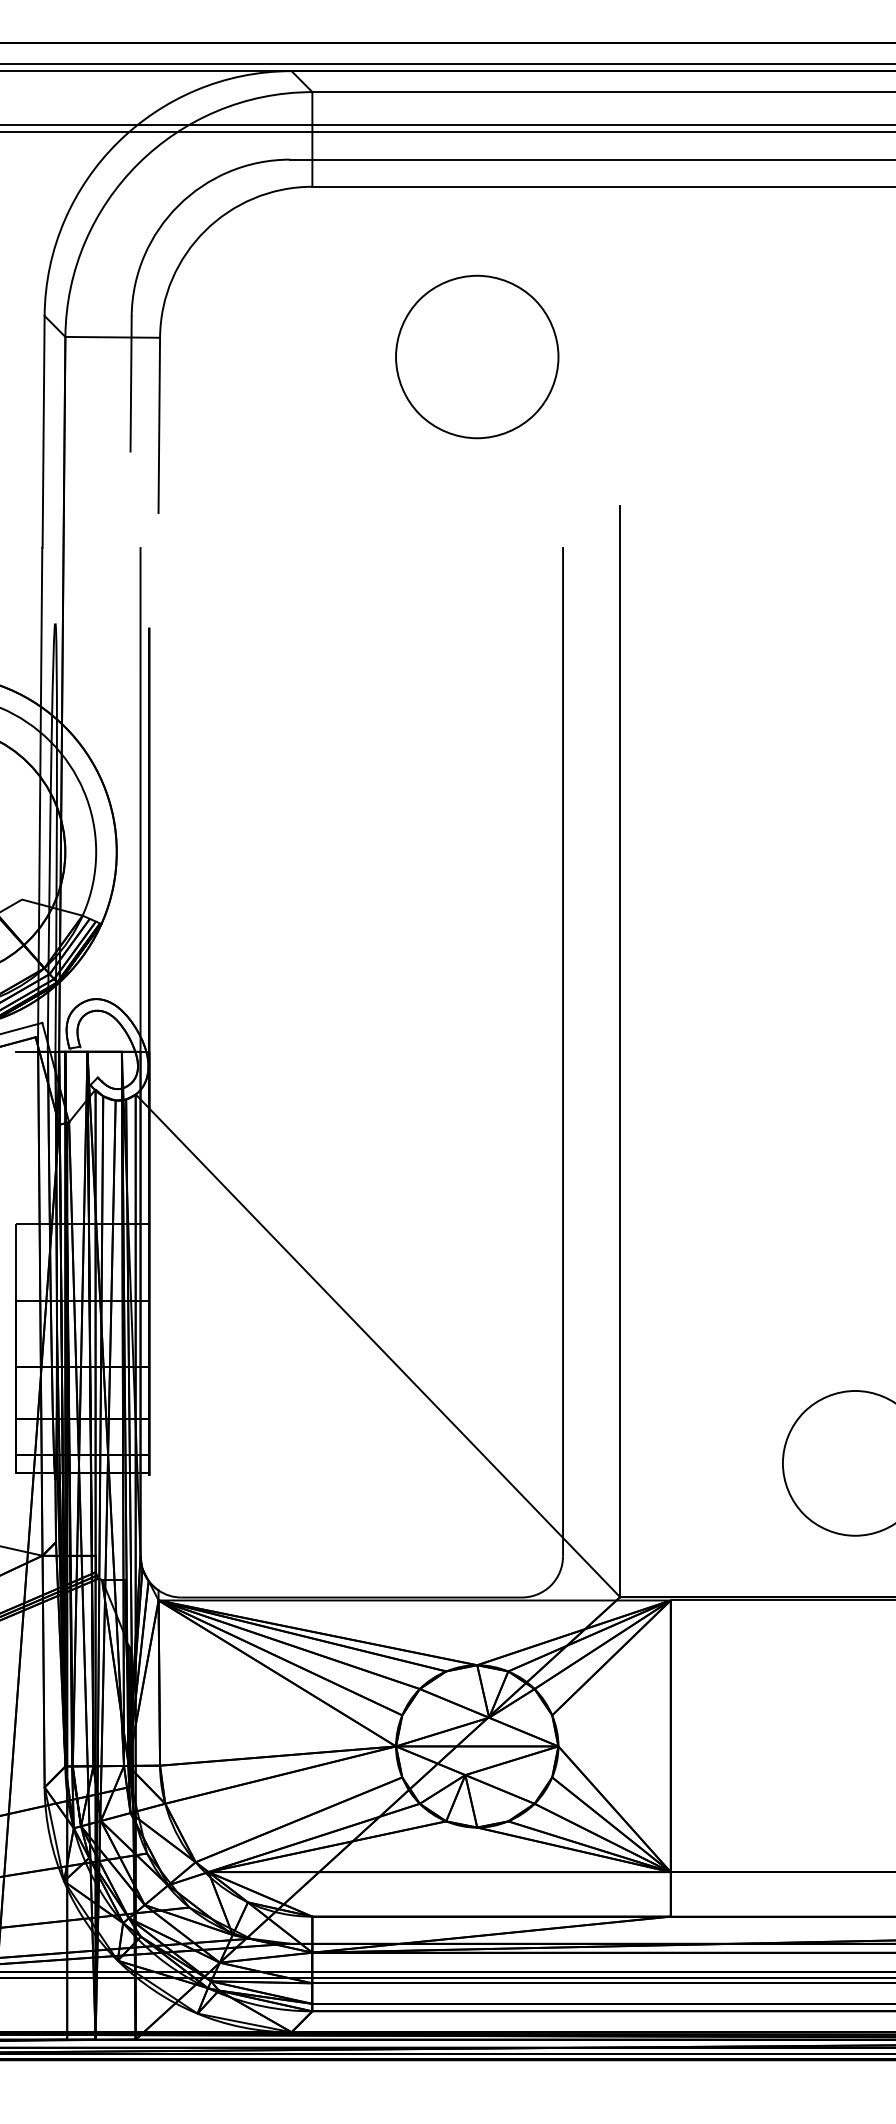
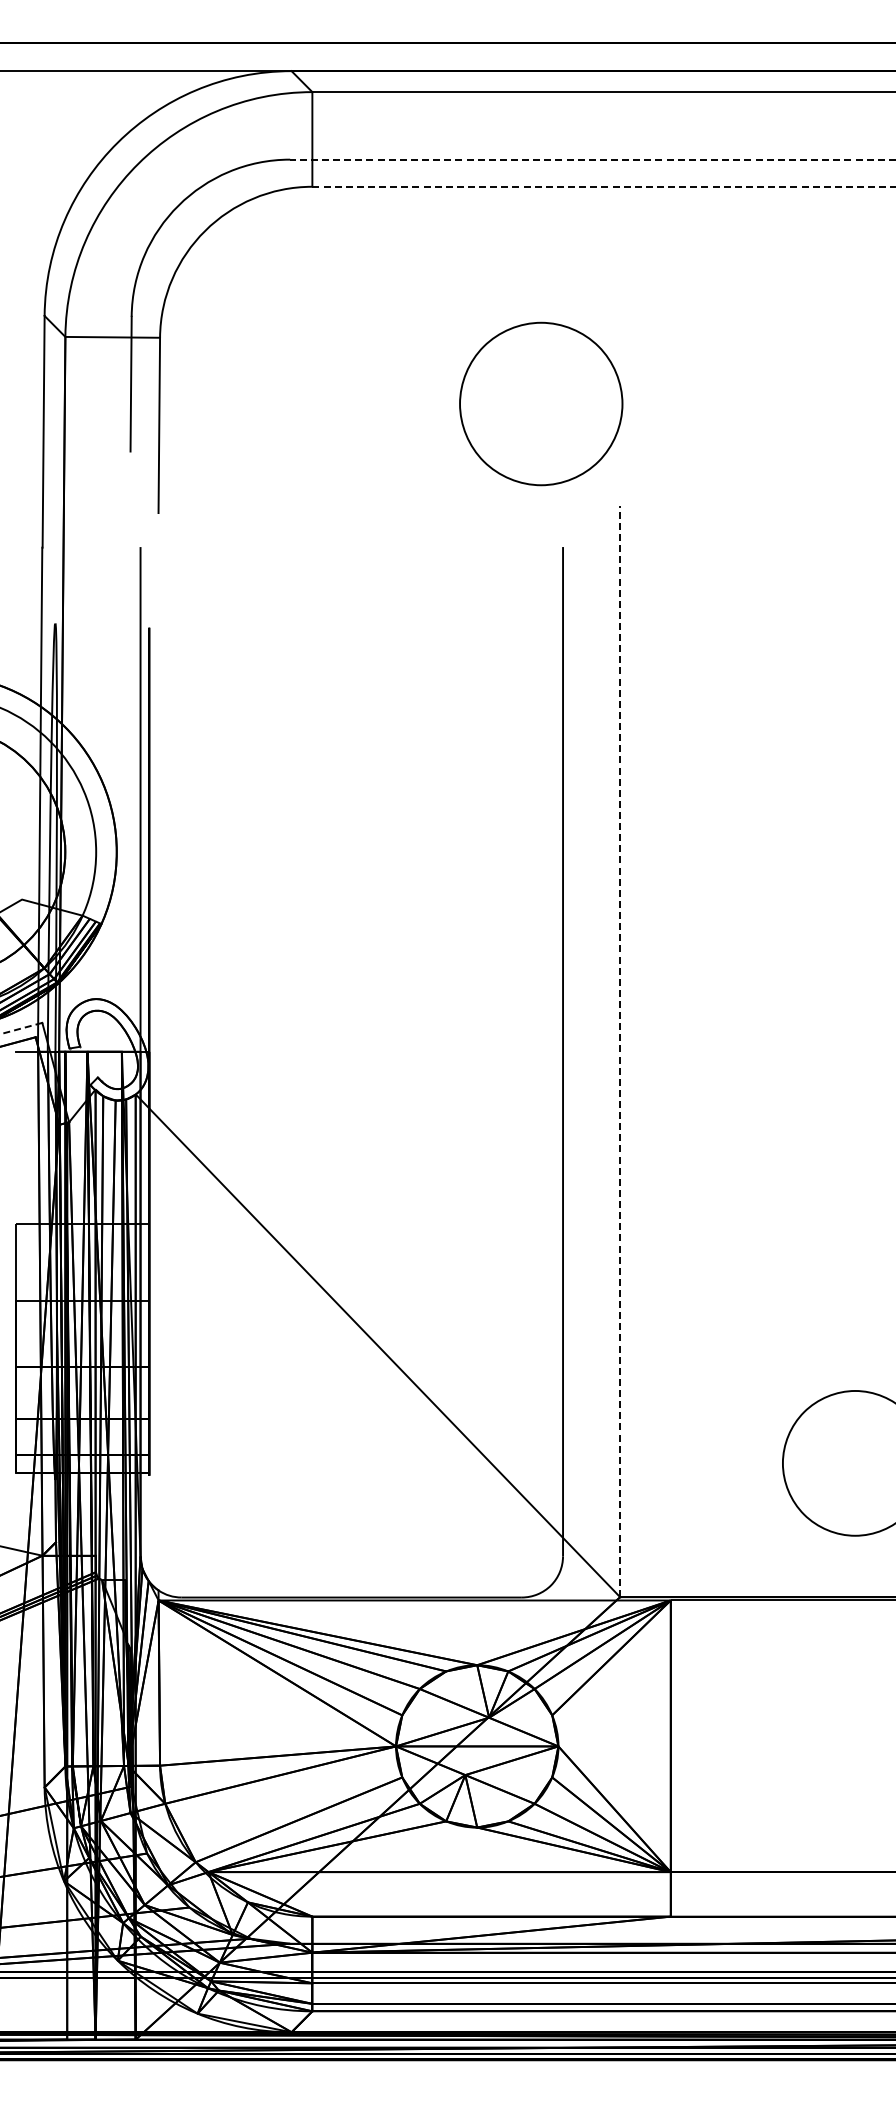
line at (447, 63): present -> none
line at (447, 125): present -> none
line at (447, 131): present -> none
line at (592, 159): solid -> dashed
line at (604, 186): solid -> dashed
part at (477, 356) position: (477, 356) -> (541, 403)
line at (21, 1028): solid -> dashed
line at (620, 1051): solid -> dashed
